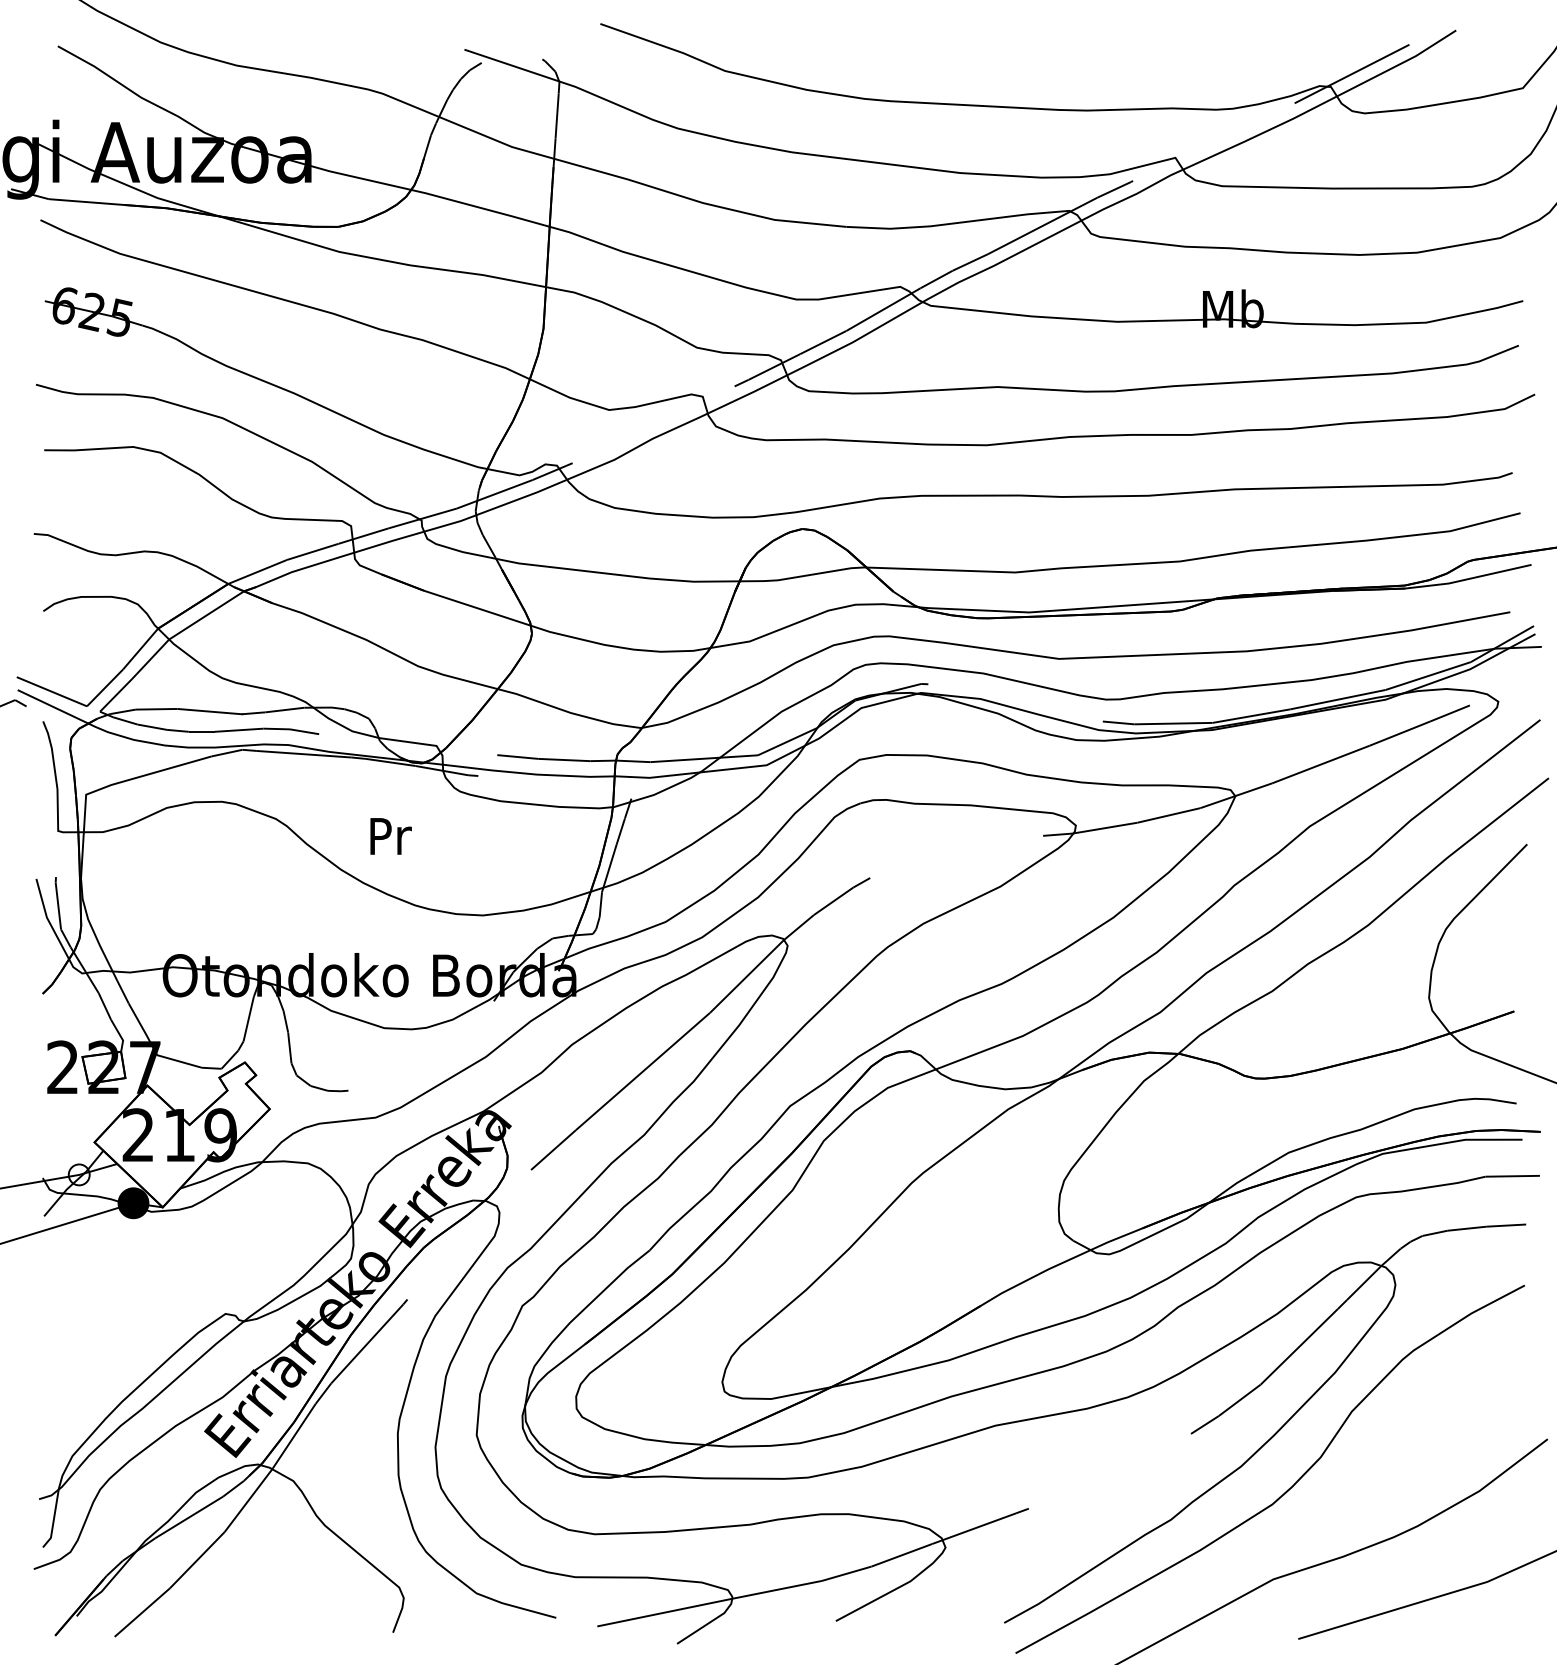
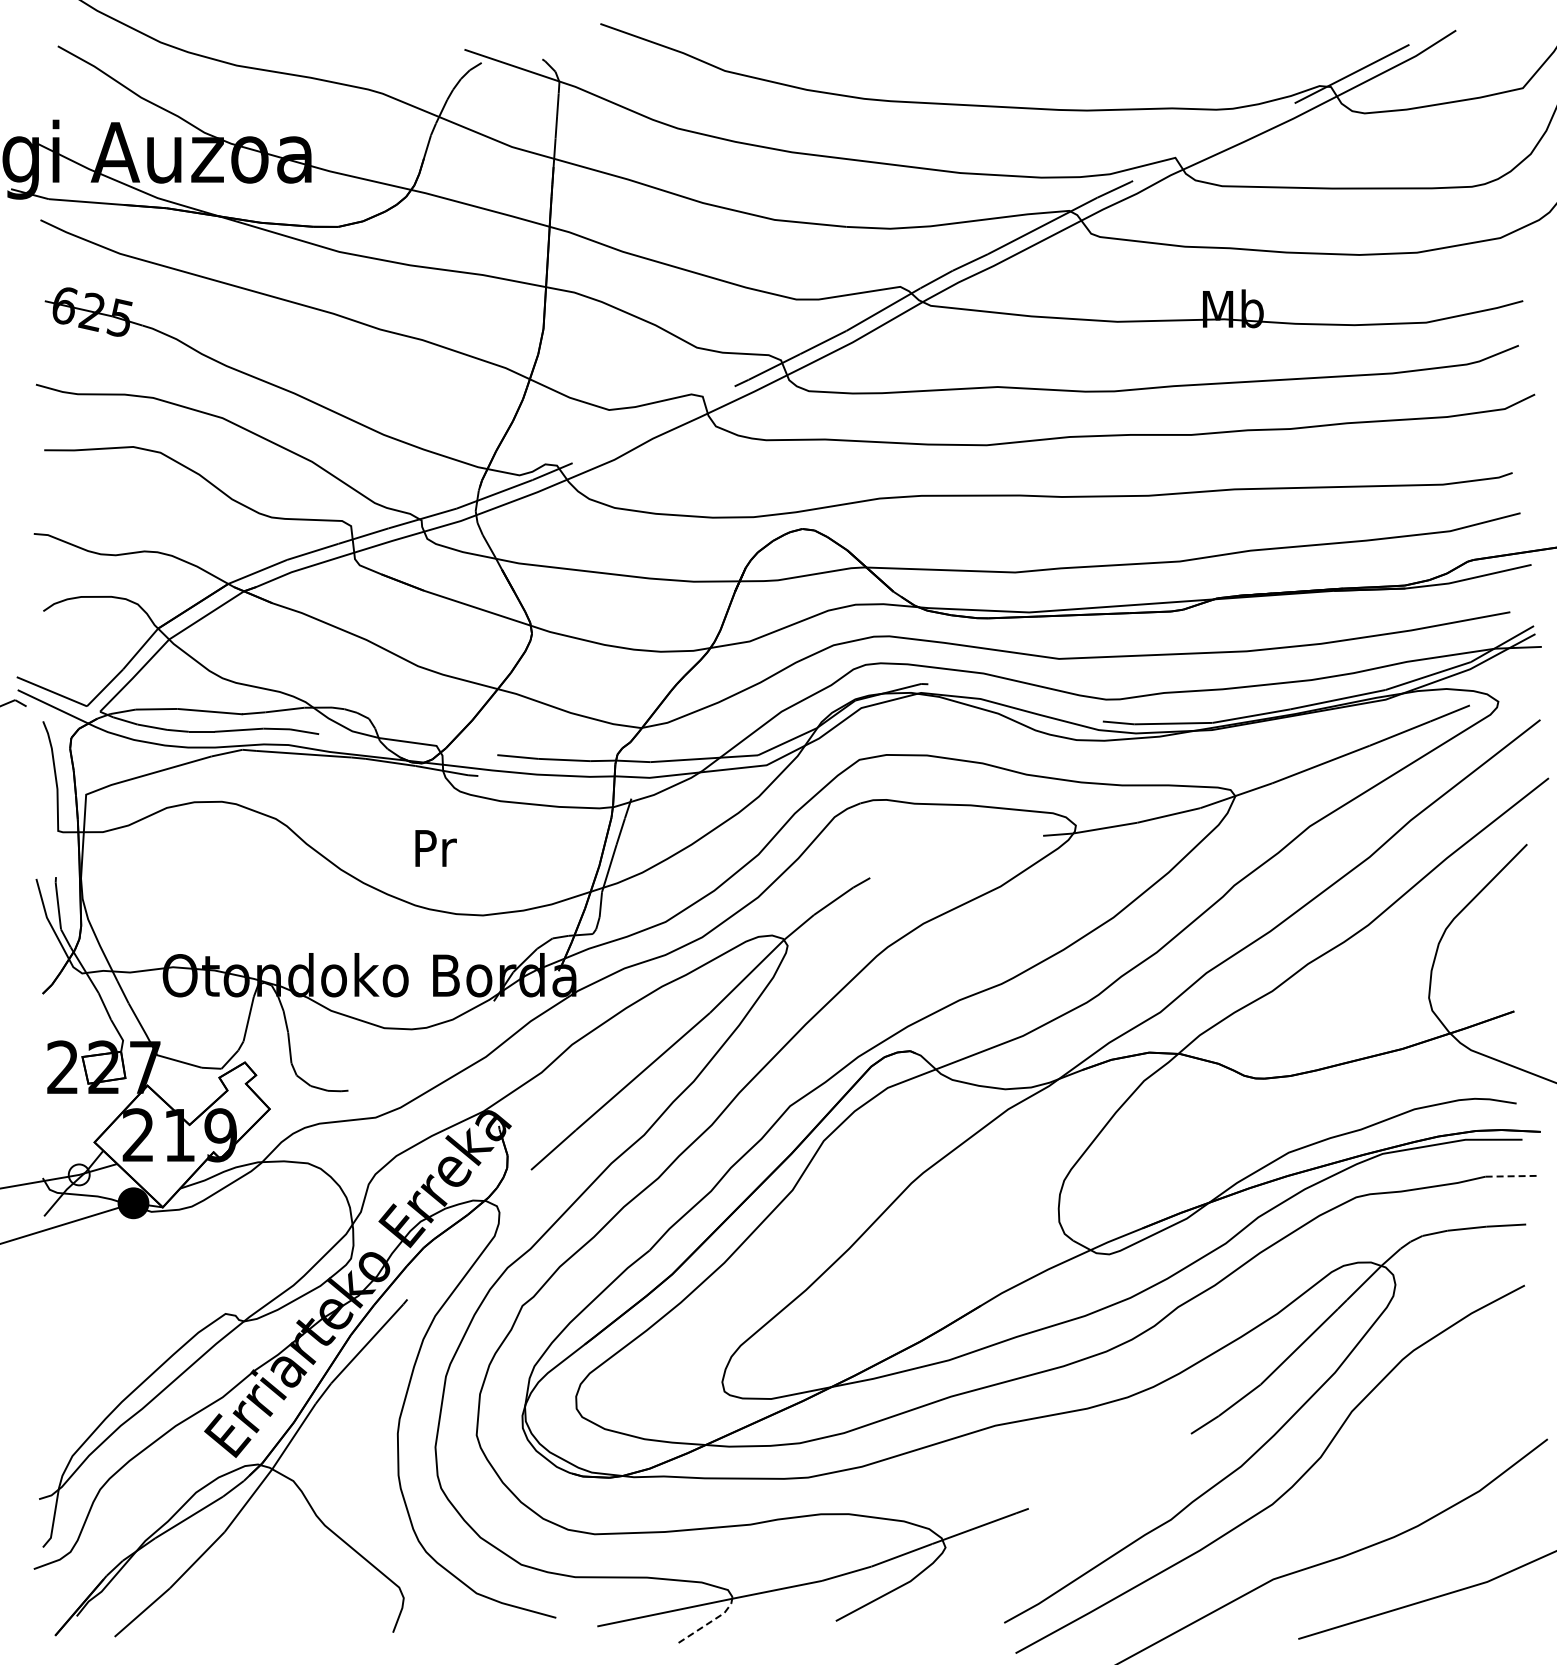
text at (390, 836) position: (390, 836) -> (435, 848)
line at (1513, 1176): solid -> dashed
line at (709, 1622): solid -> dashed
